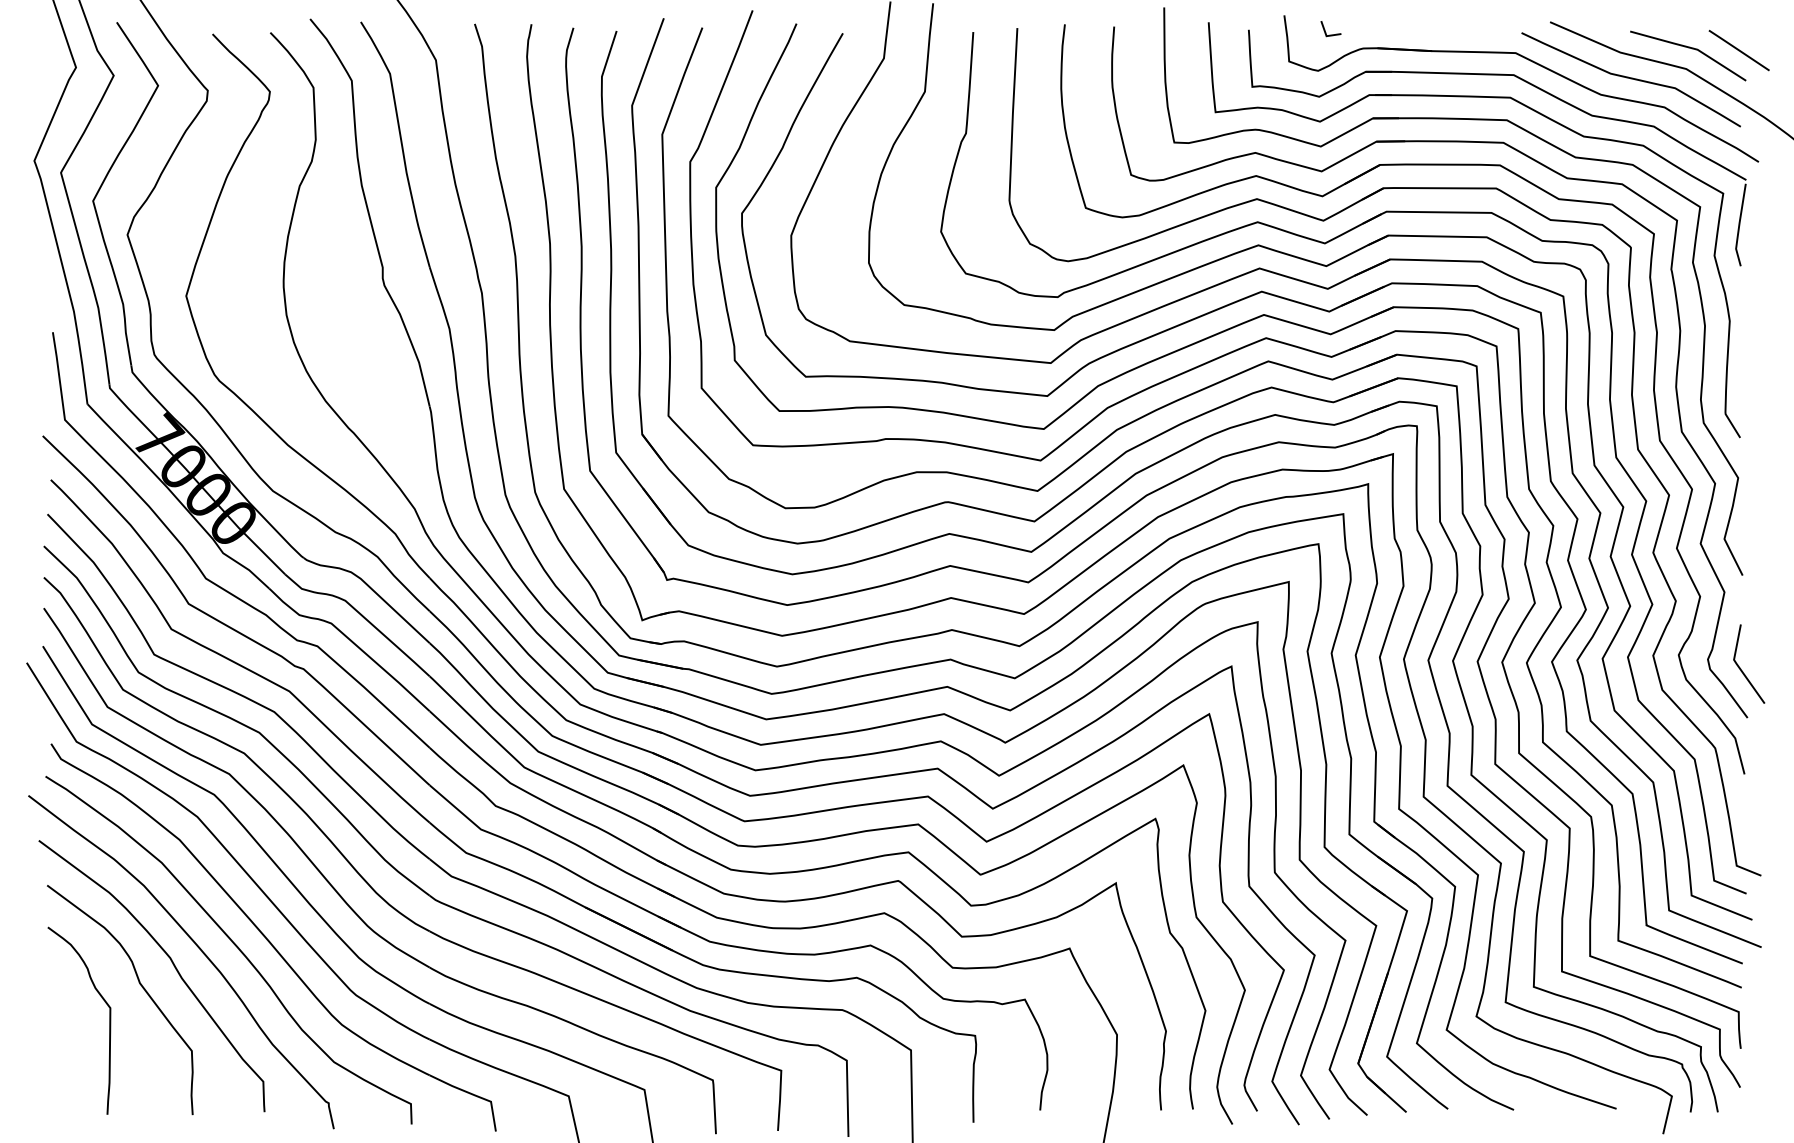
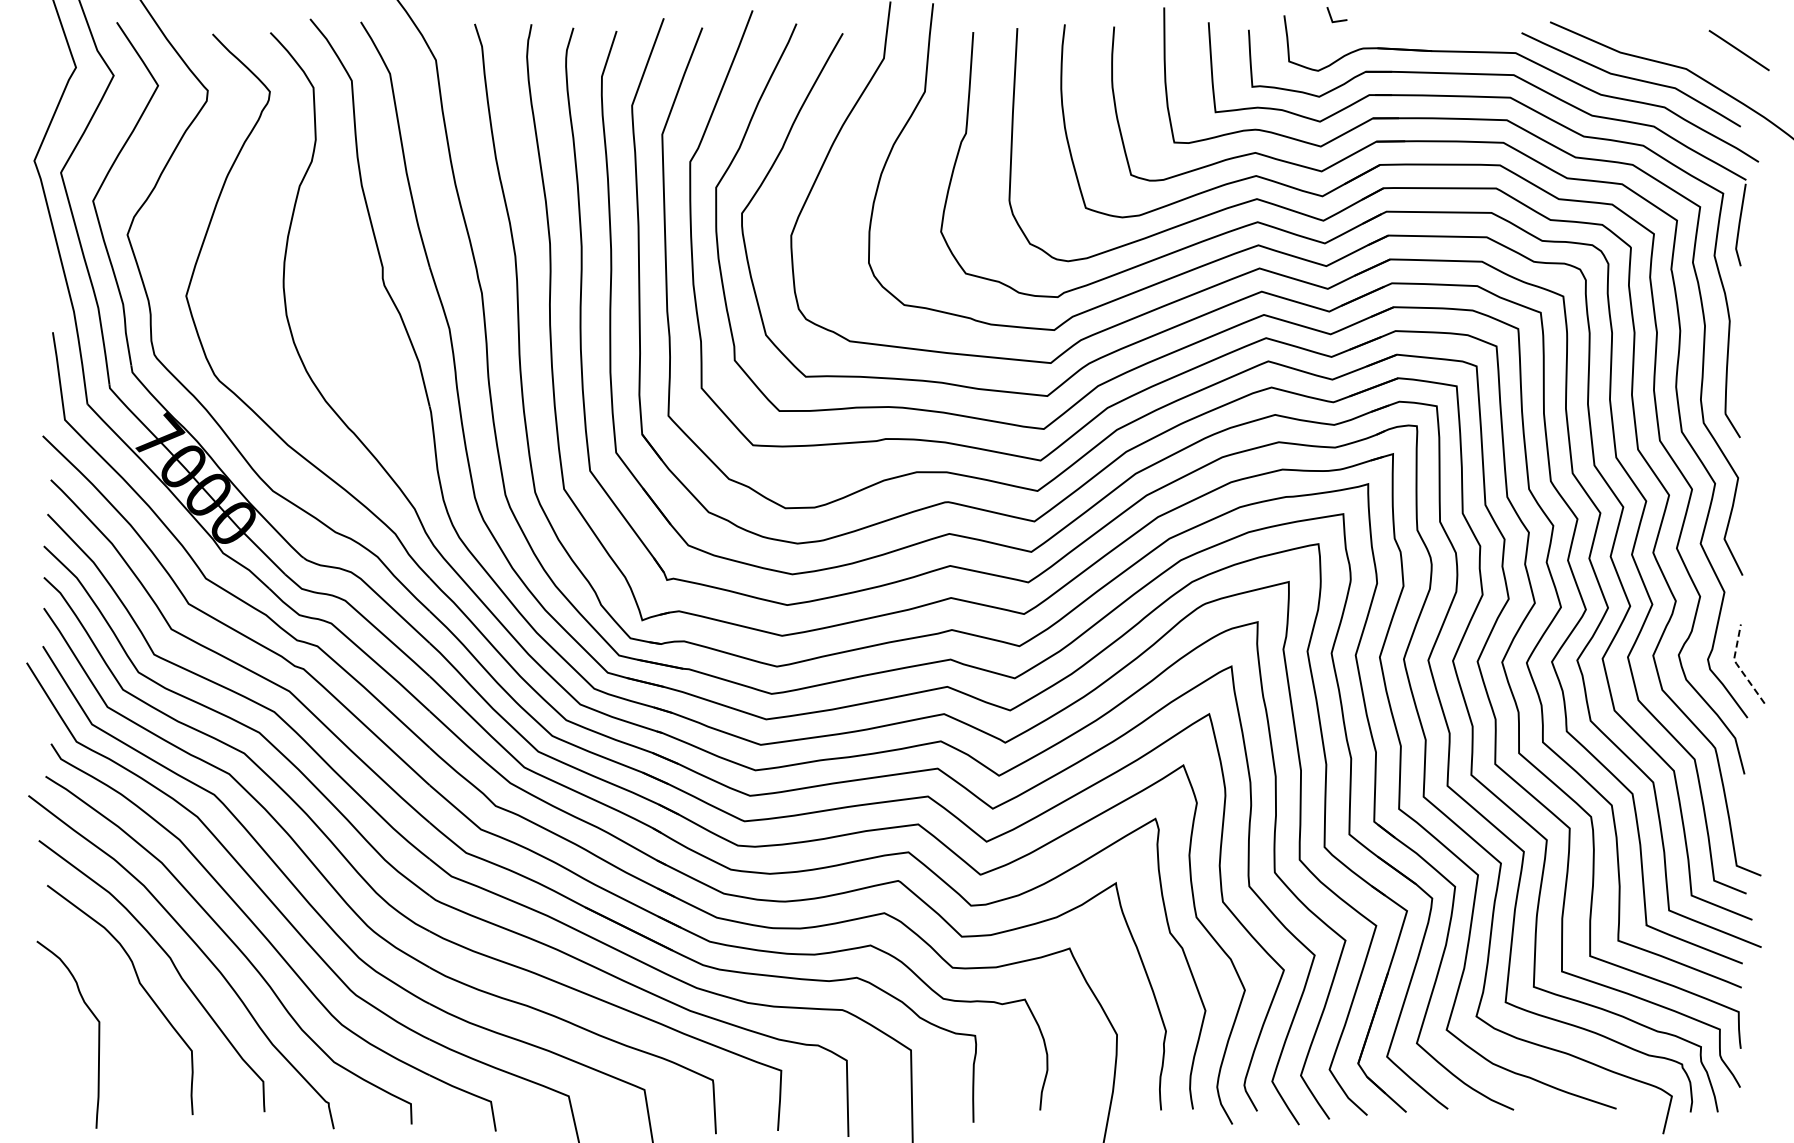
line at (1325, 29) position: (1325, 29) -> (1331, 15)
line at (1688, 48): present -> none
line at (1737, 665): solid -> dashed
curve at (109, 1020) position: (109, 1020) -> (98, 1034)
